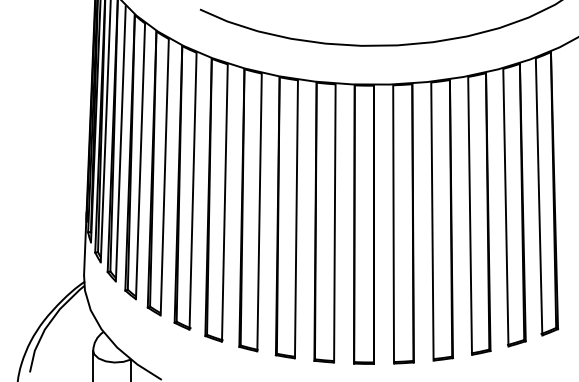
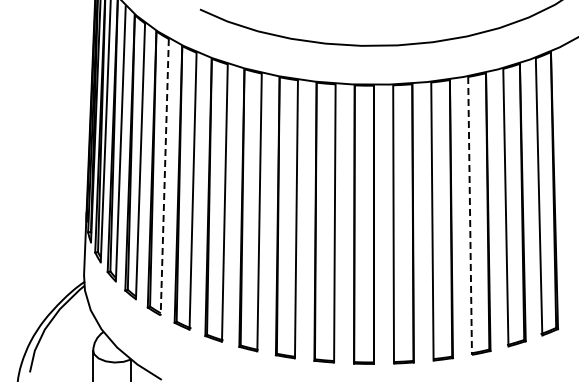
line at (164, 177): solid -> dashed
line at (470, 215): solid -> dashed
